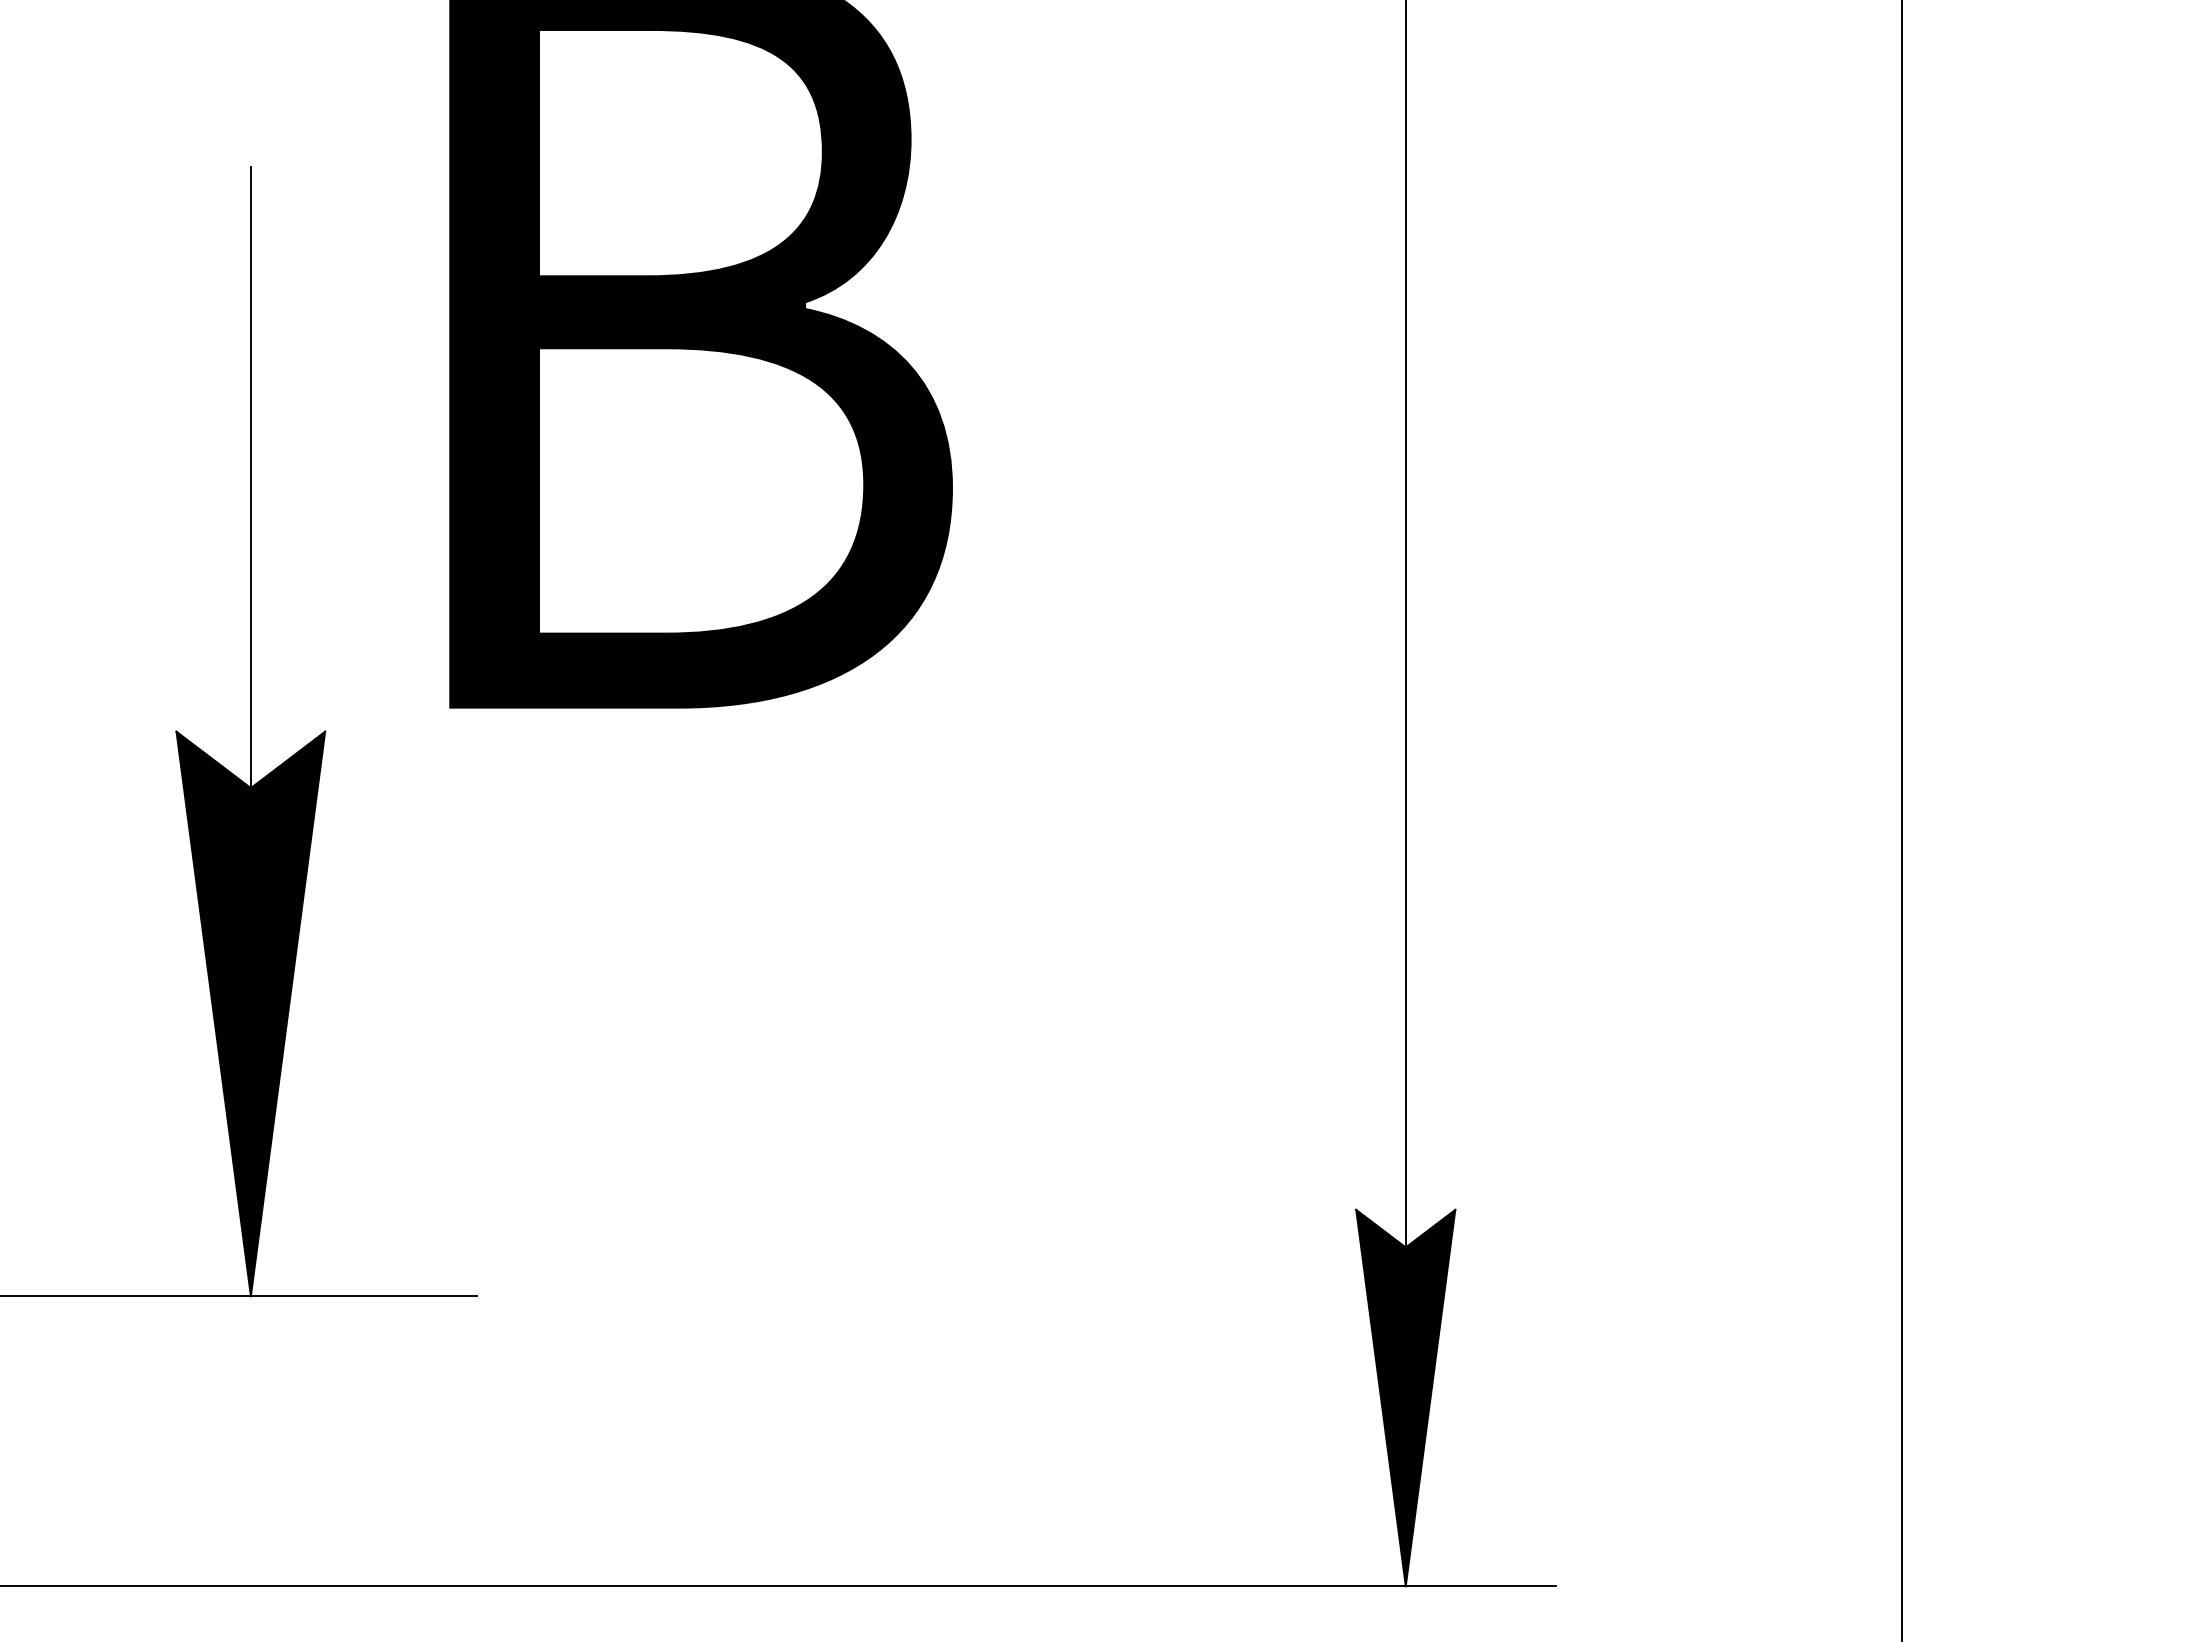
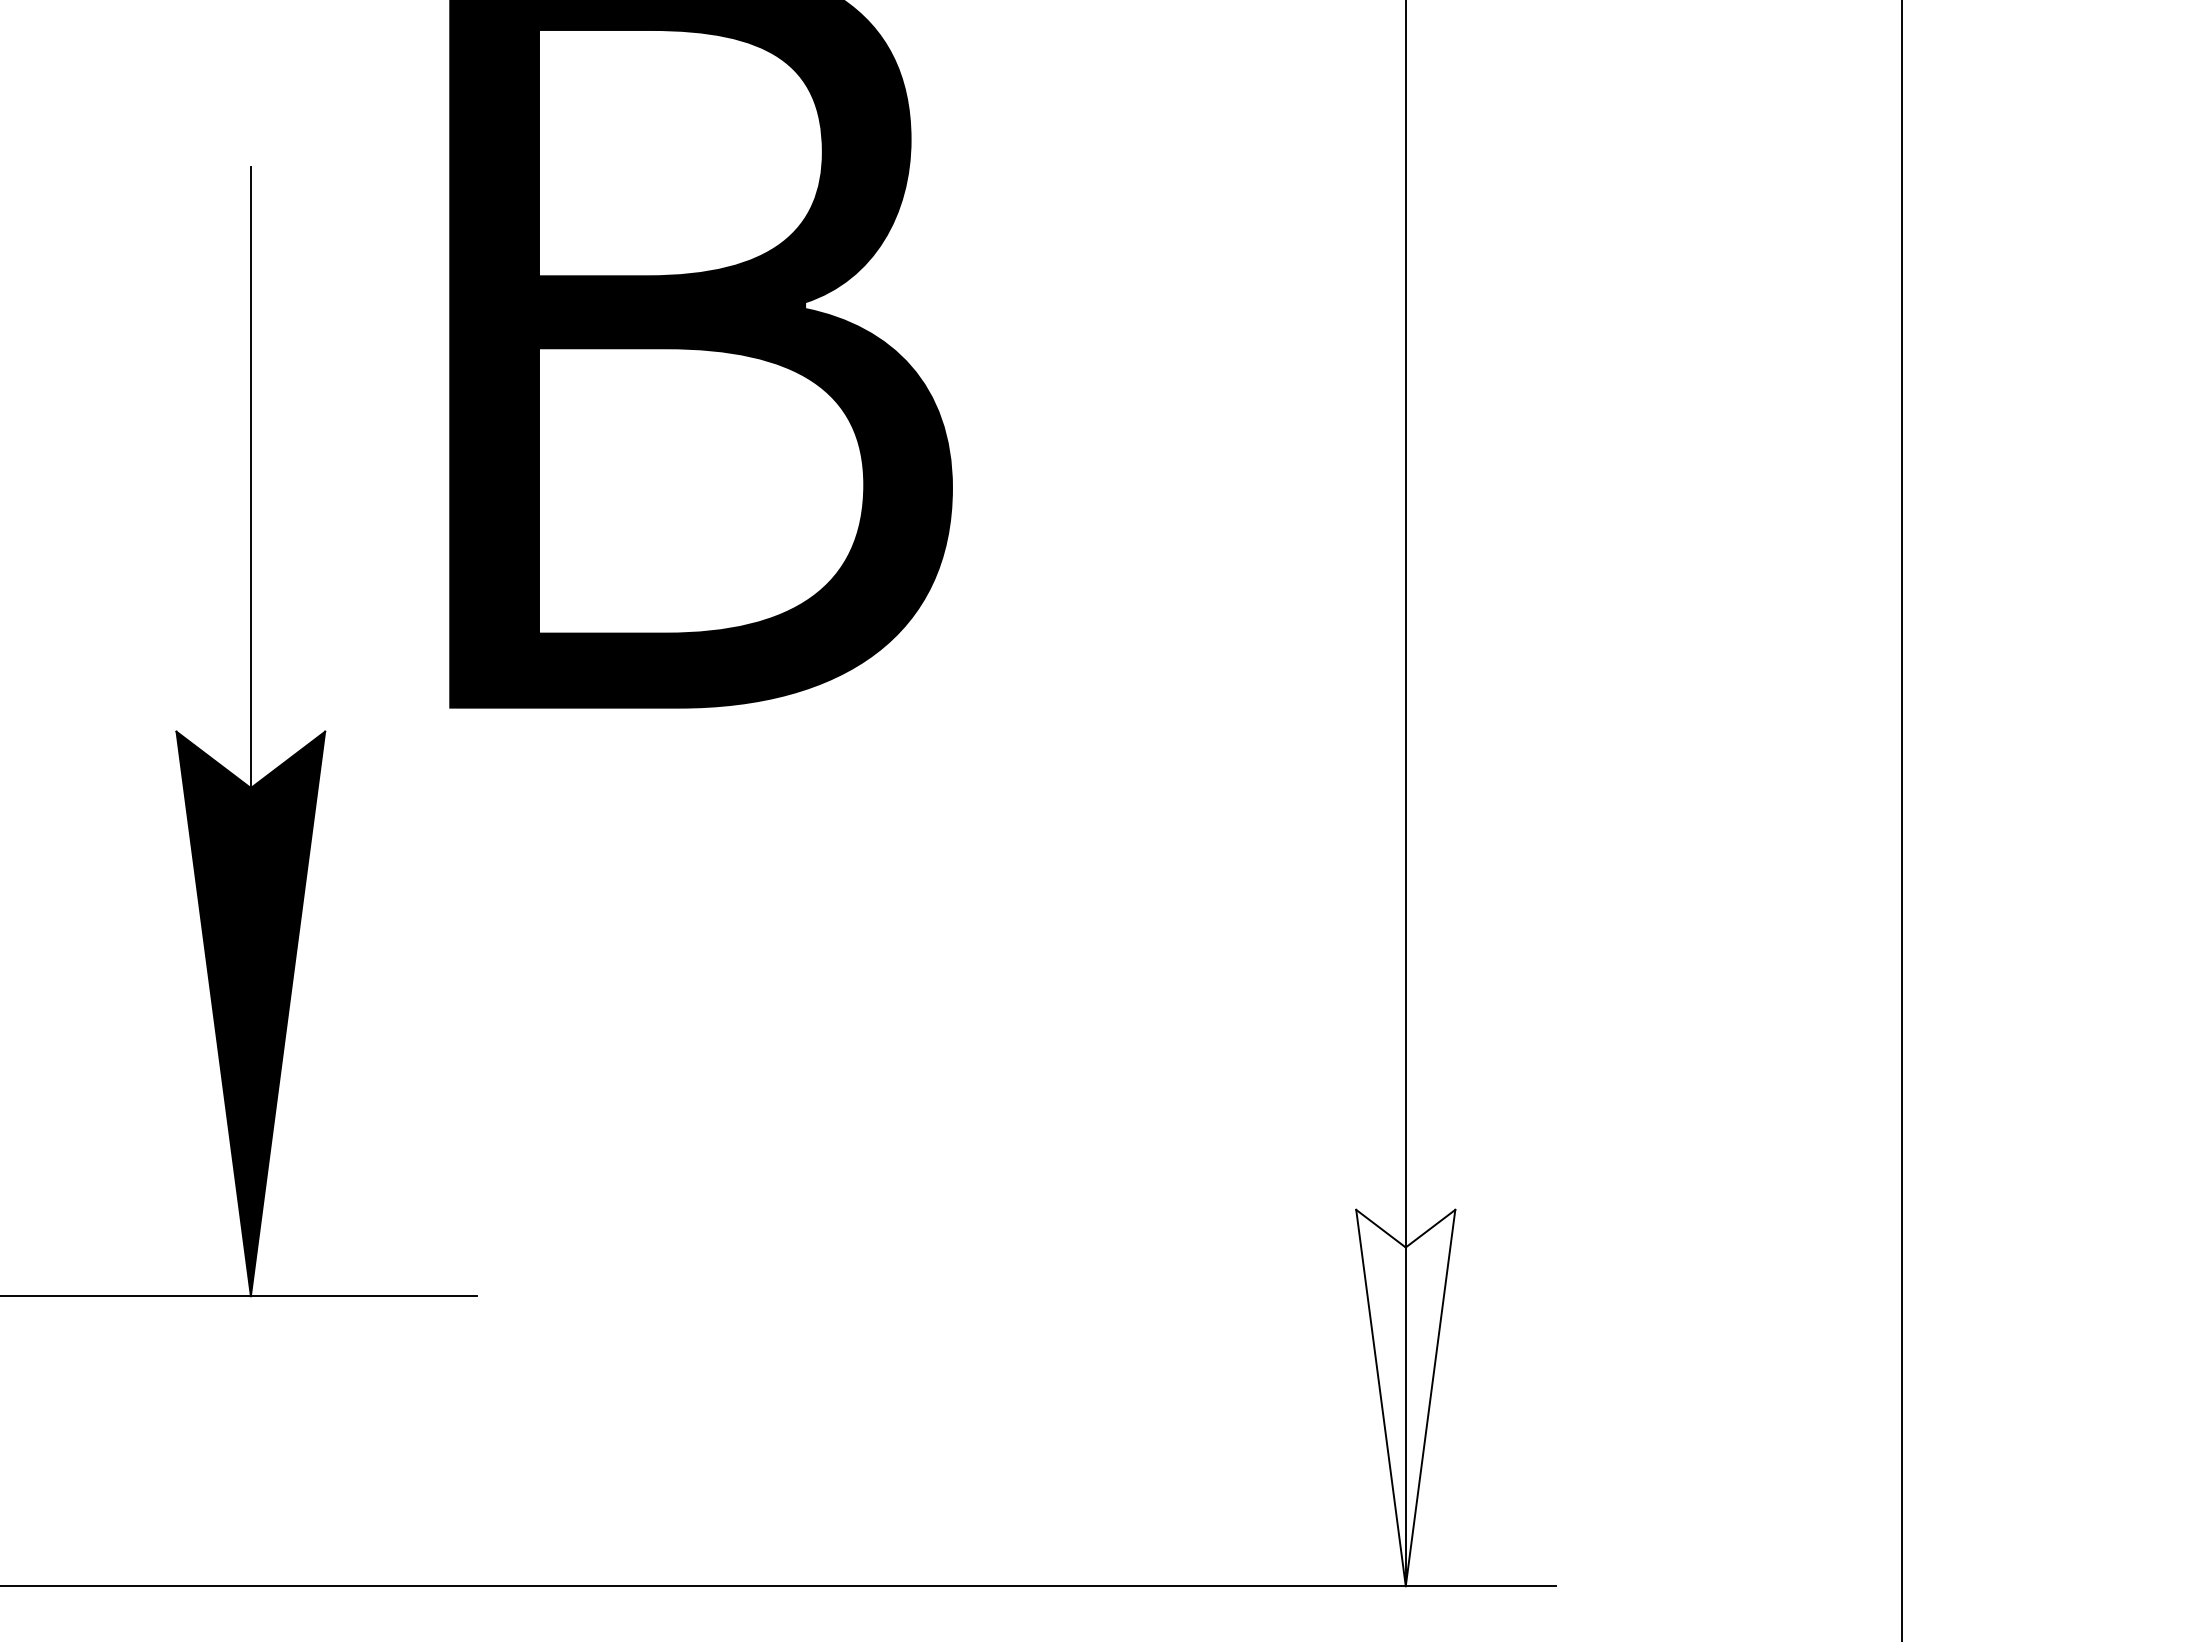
fill at (1405, 1397): present -> none
